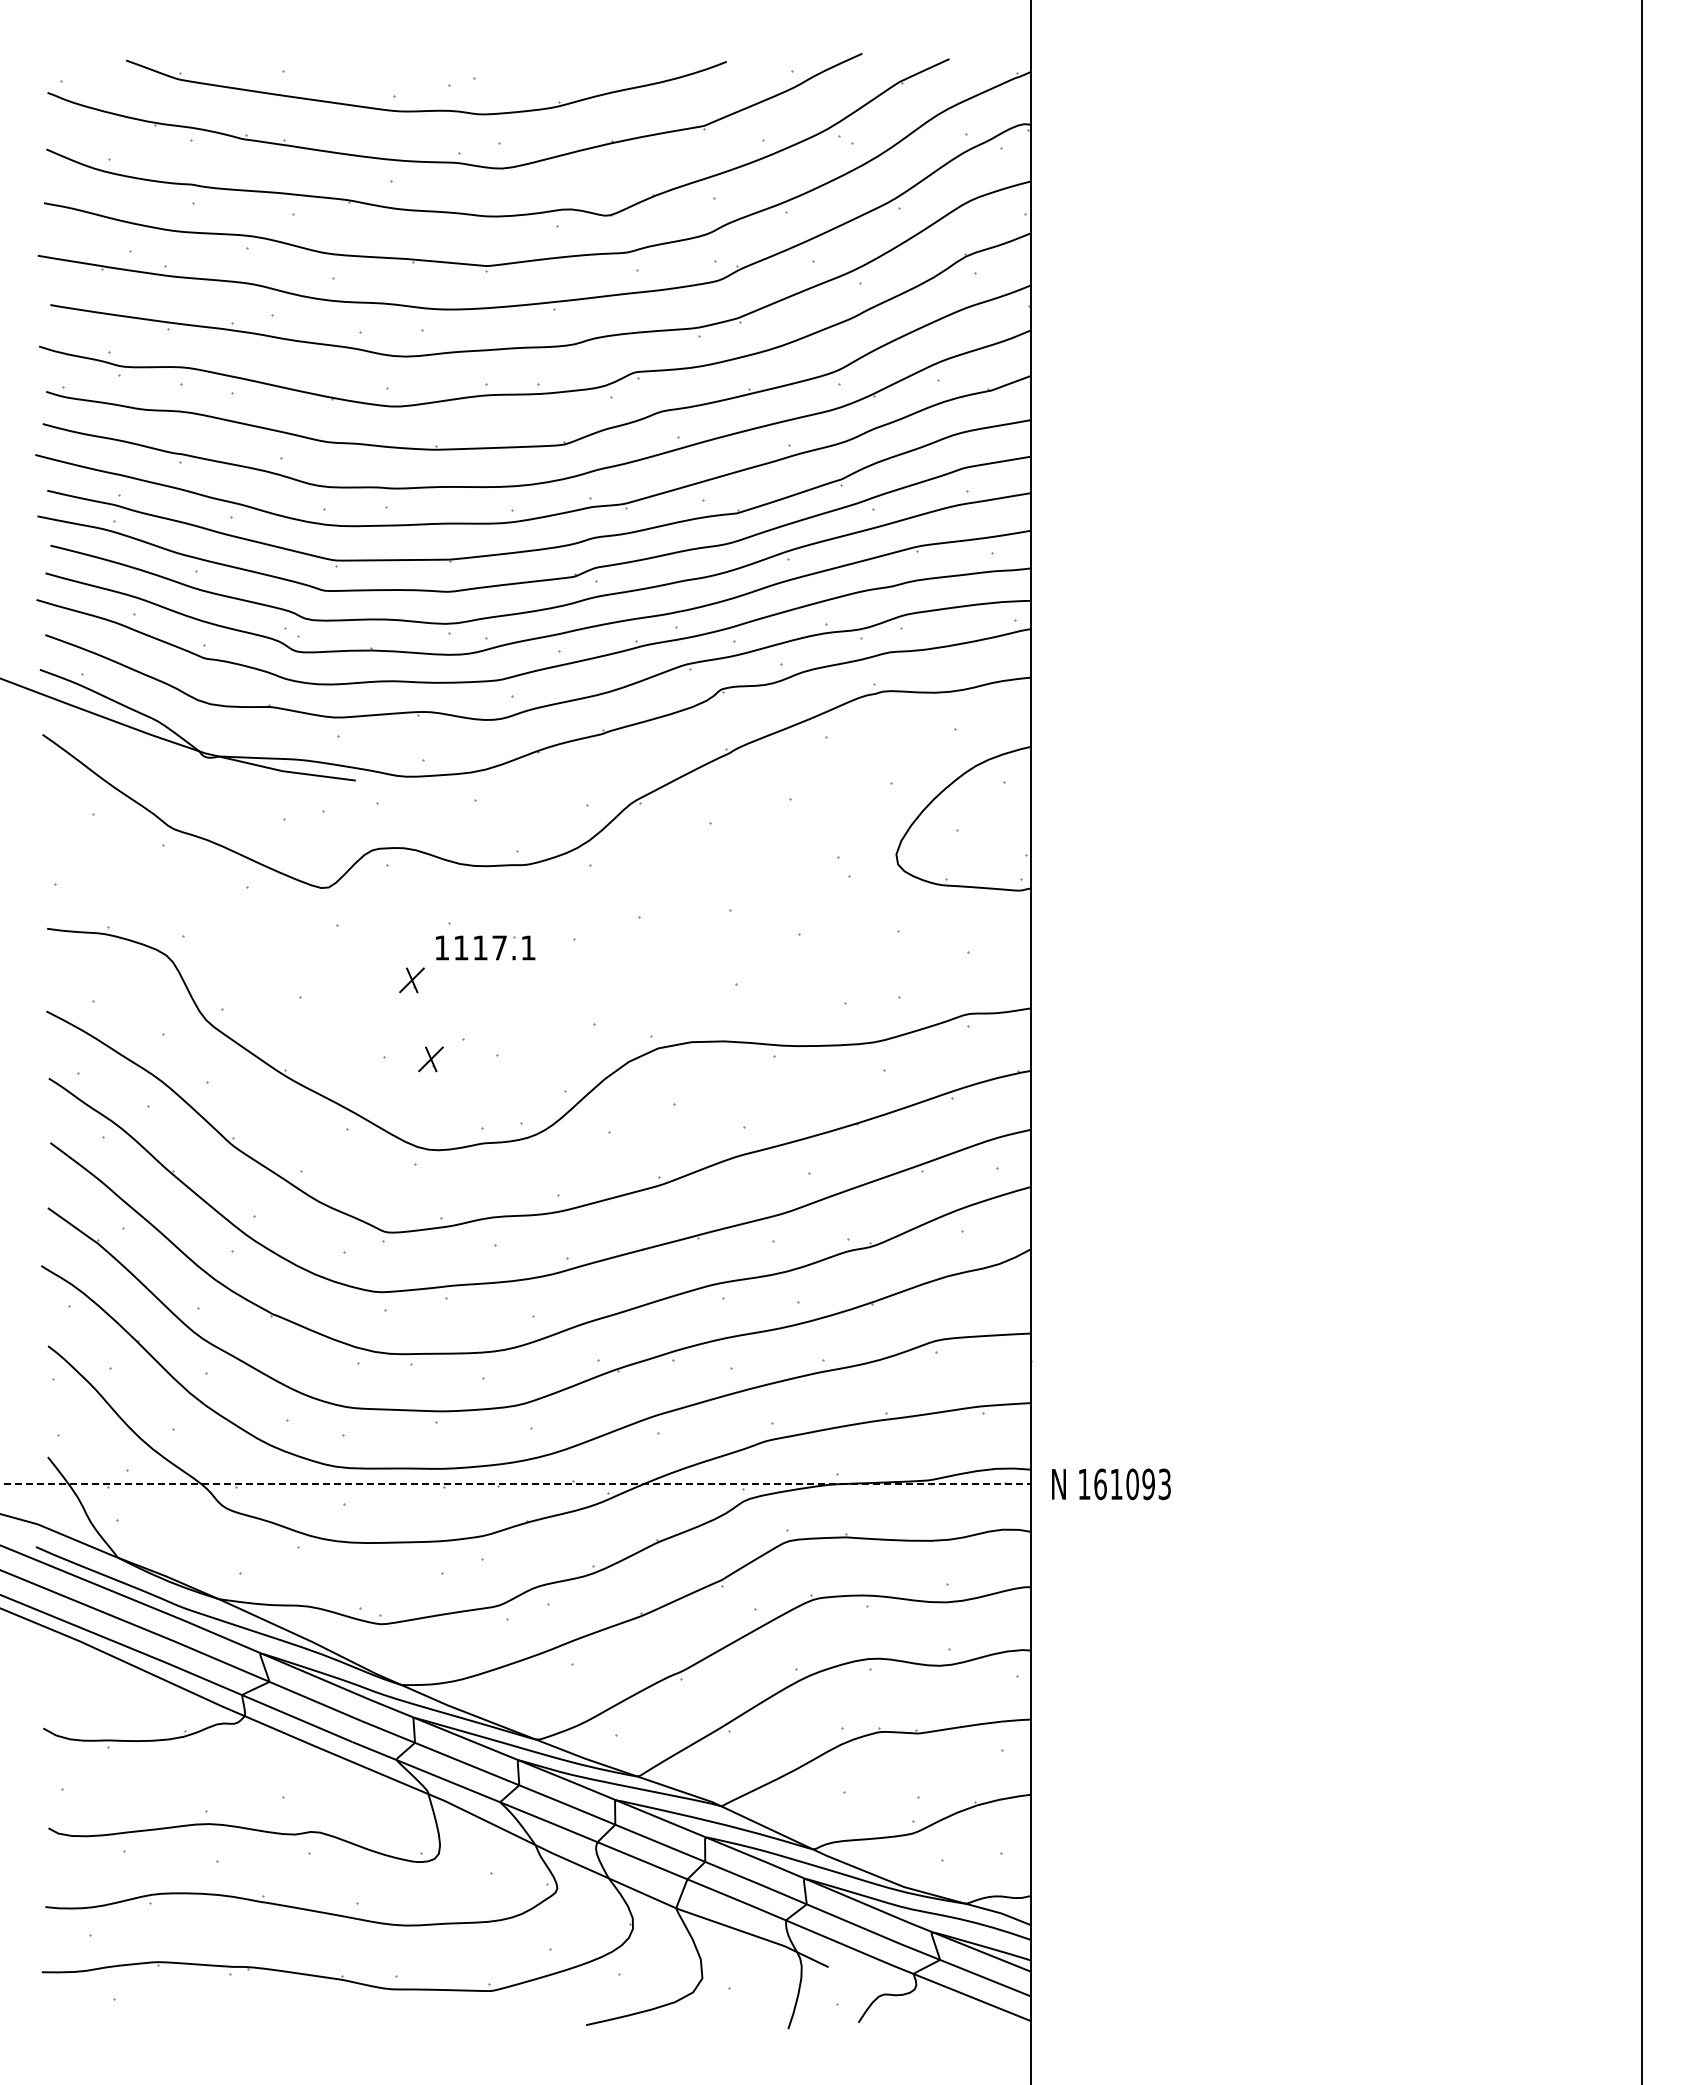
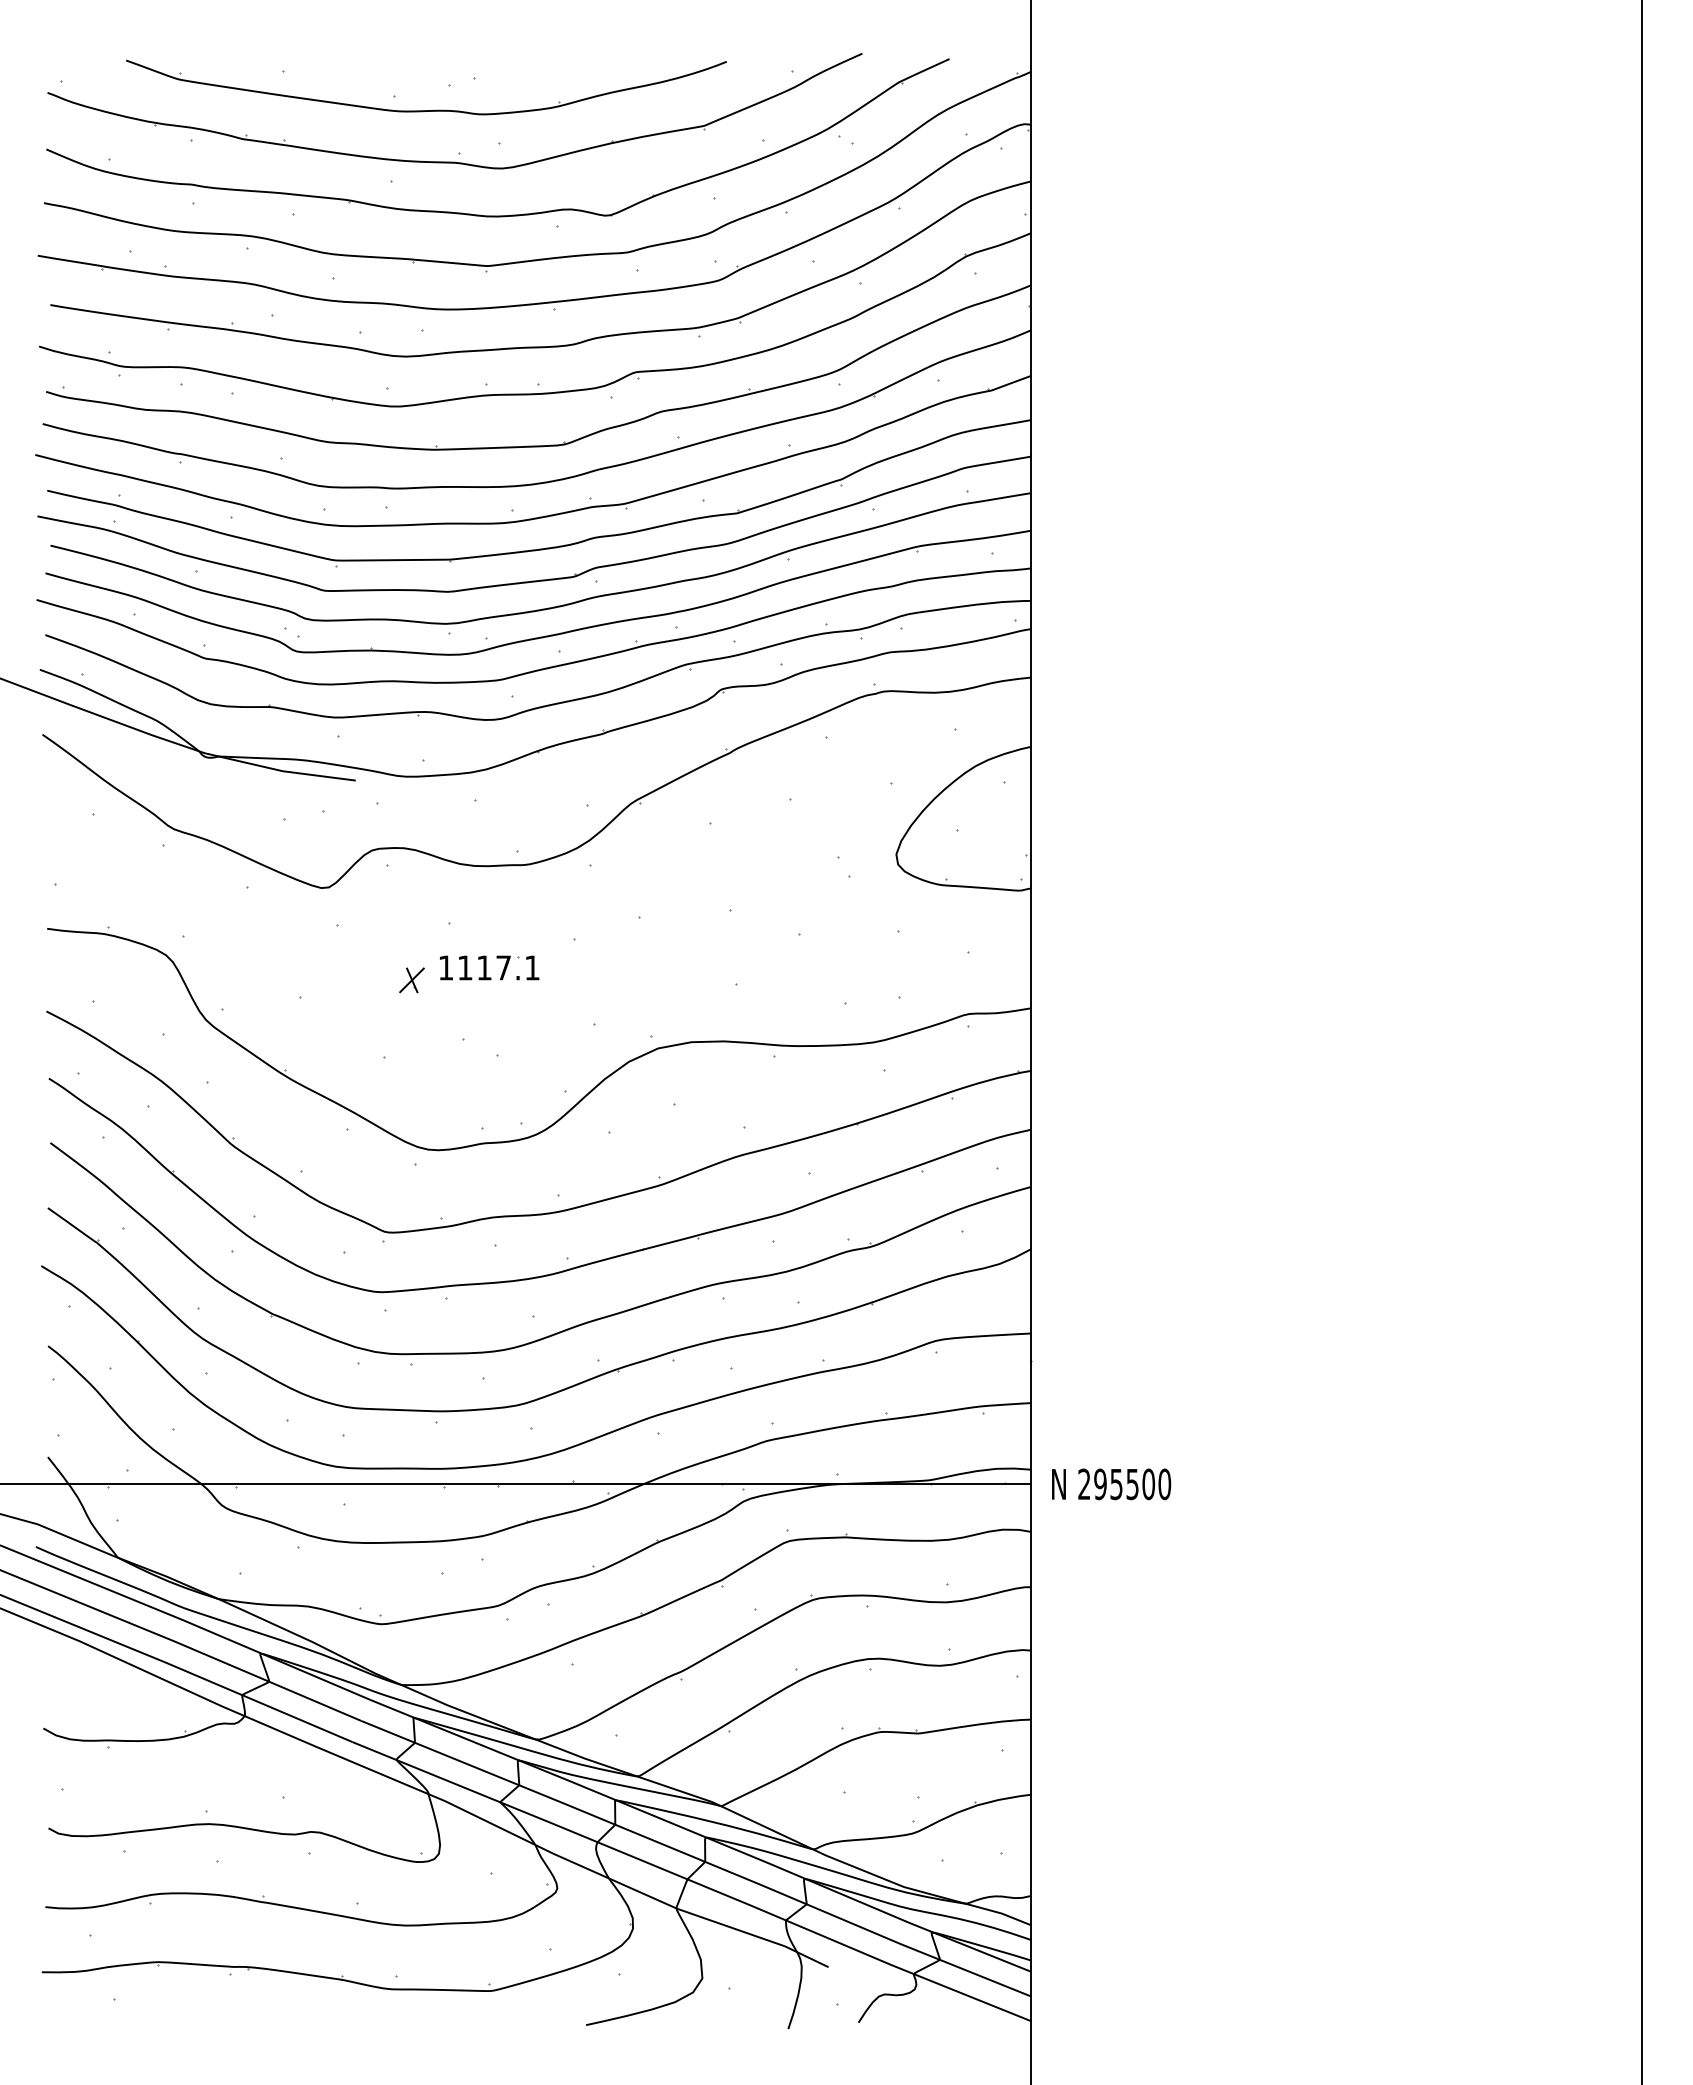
part at (485, 947) position: (485, 947) -> (489, 967)
part at (430, 1059): present -> none
line at (516, 1484): dashed -> solid
text at (1124, 1484): 161093 -> 295500
